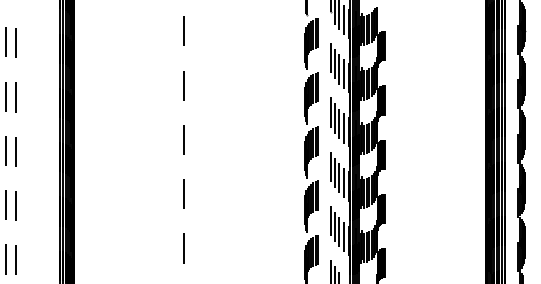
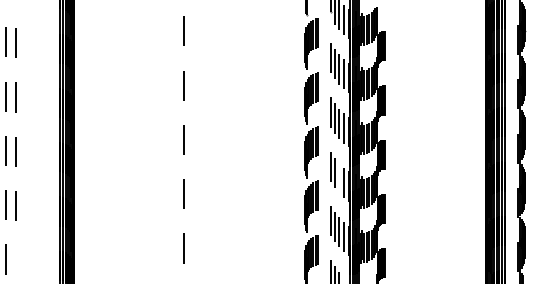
line at (338, 178): present -> none
line at (15, 259): present -> none
